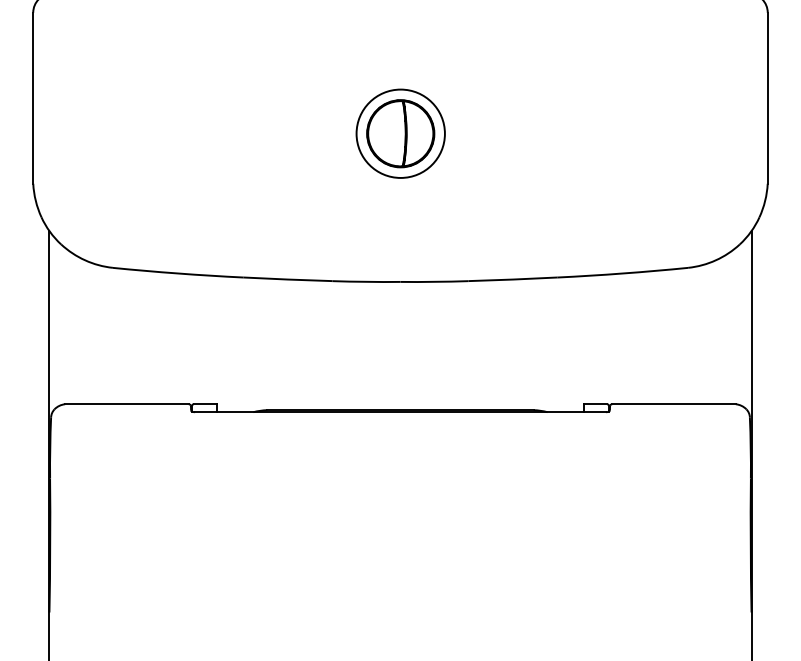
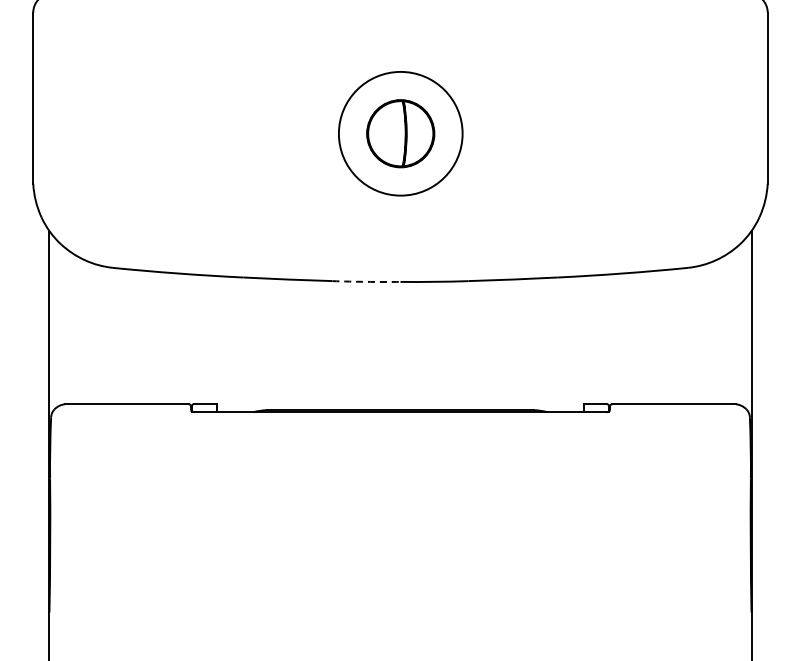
circle at (400, 133) diameter: 88 px -> 124 px
arc at (366, 281): solid -> dashed
